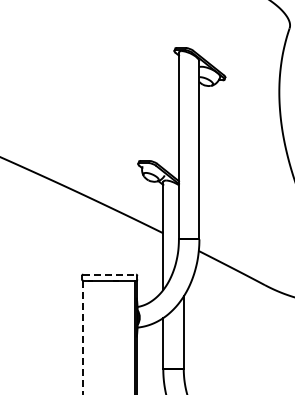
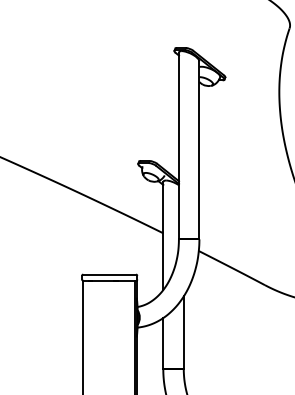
line at (110, 274): dashed -> solid
line at (82, 337): dashed -> solid
